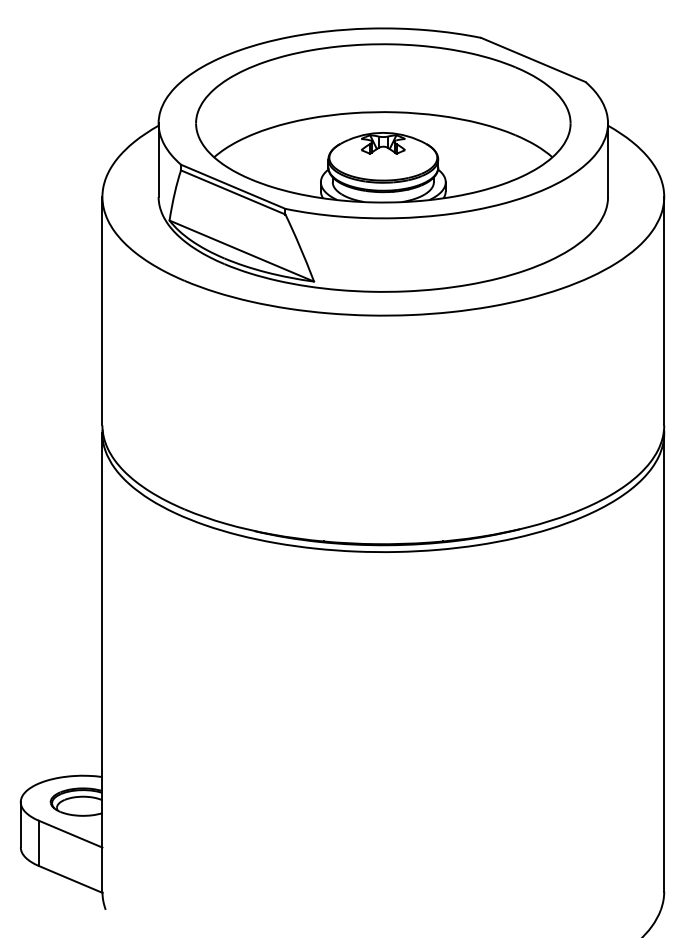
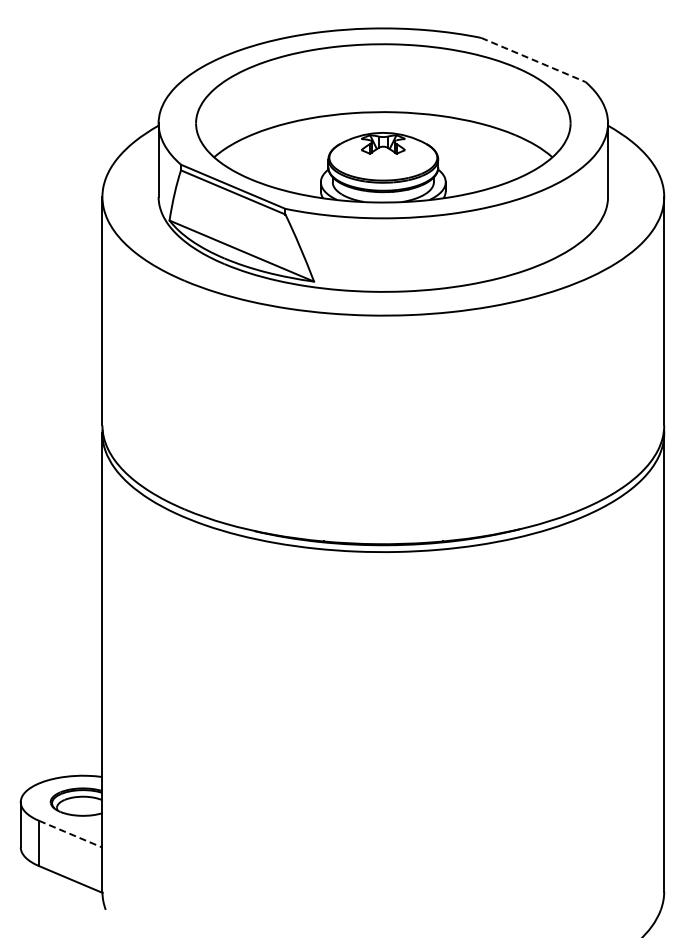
line at (533, 59): solid -> dashed
line at (71, 834): solid -> dashed
